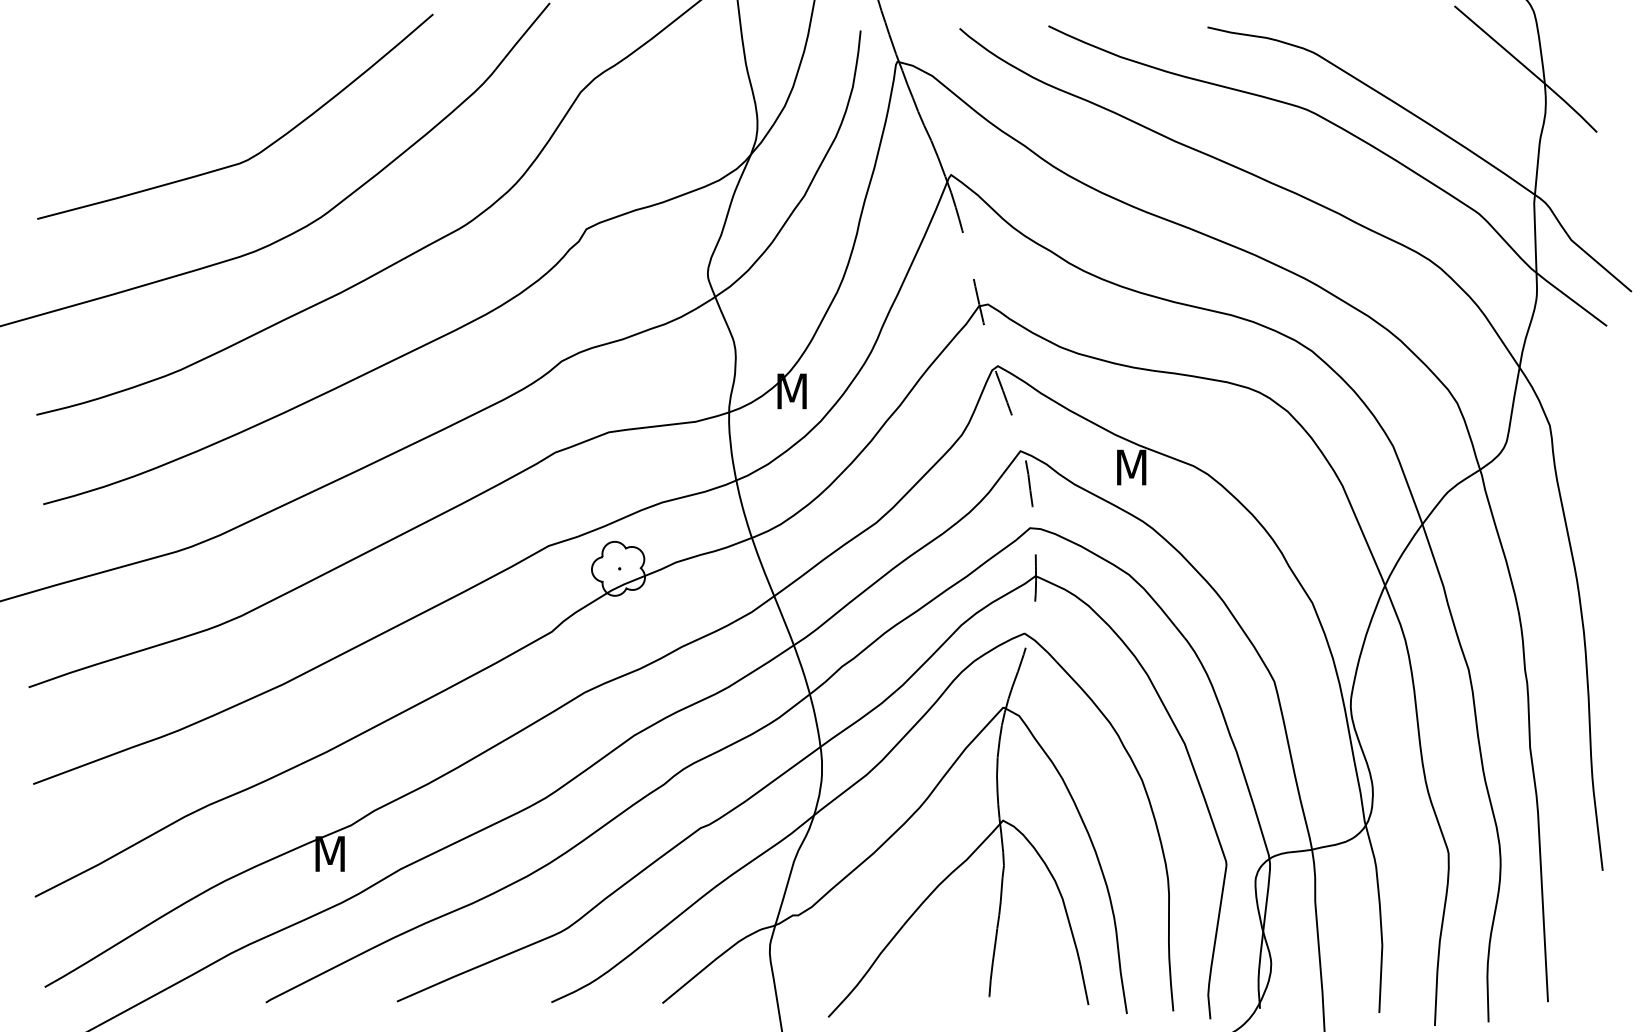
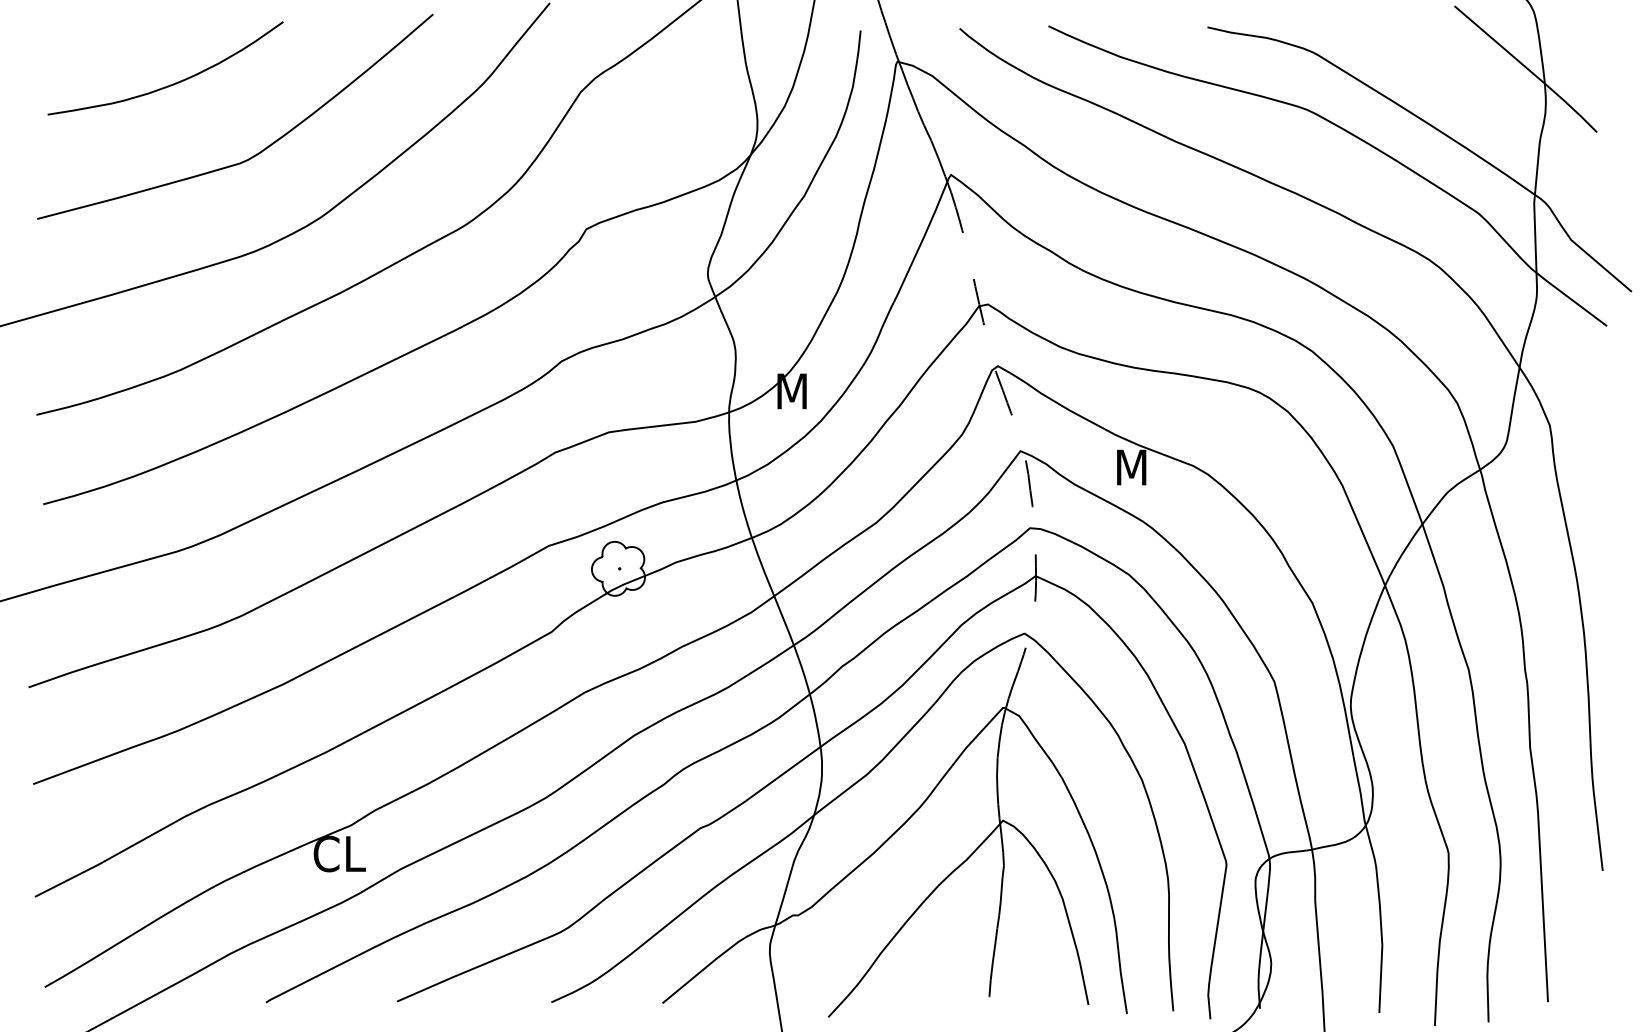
curve at (170, 84): none -> present
text at (339, 853): M -> CL
